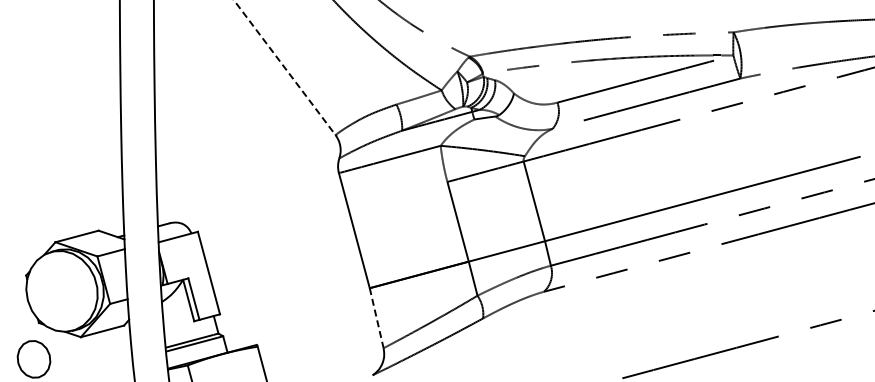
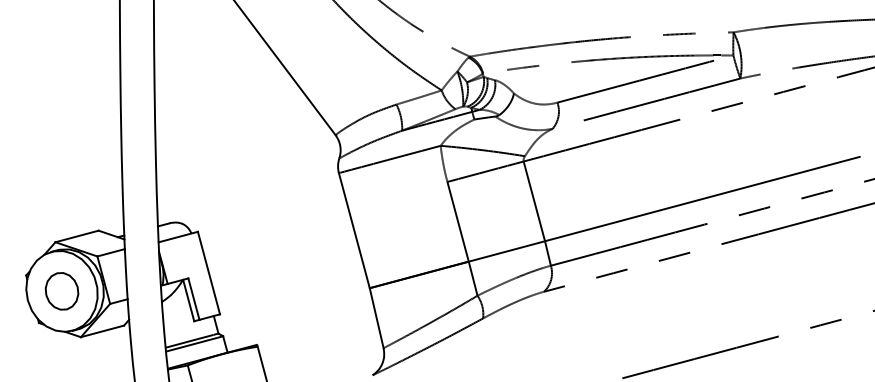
line at (285, 68): dashed -> solid
line at (376, 318): dashed -> solid
part at (33, 359) position: (33, 359) -> (61, 291)
